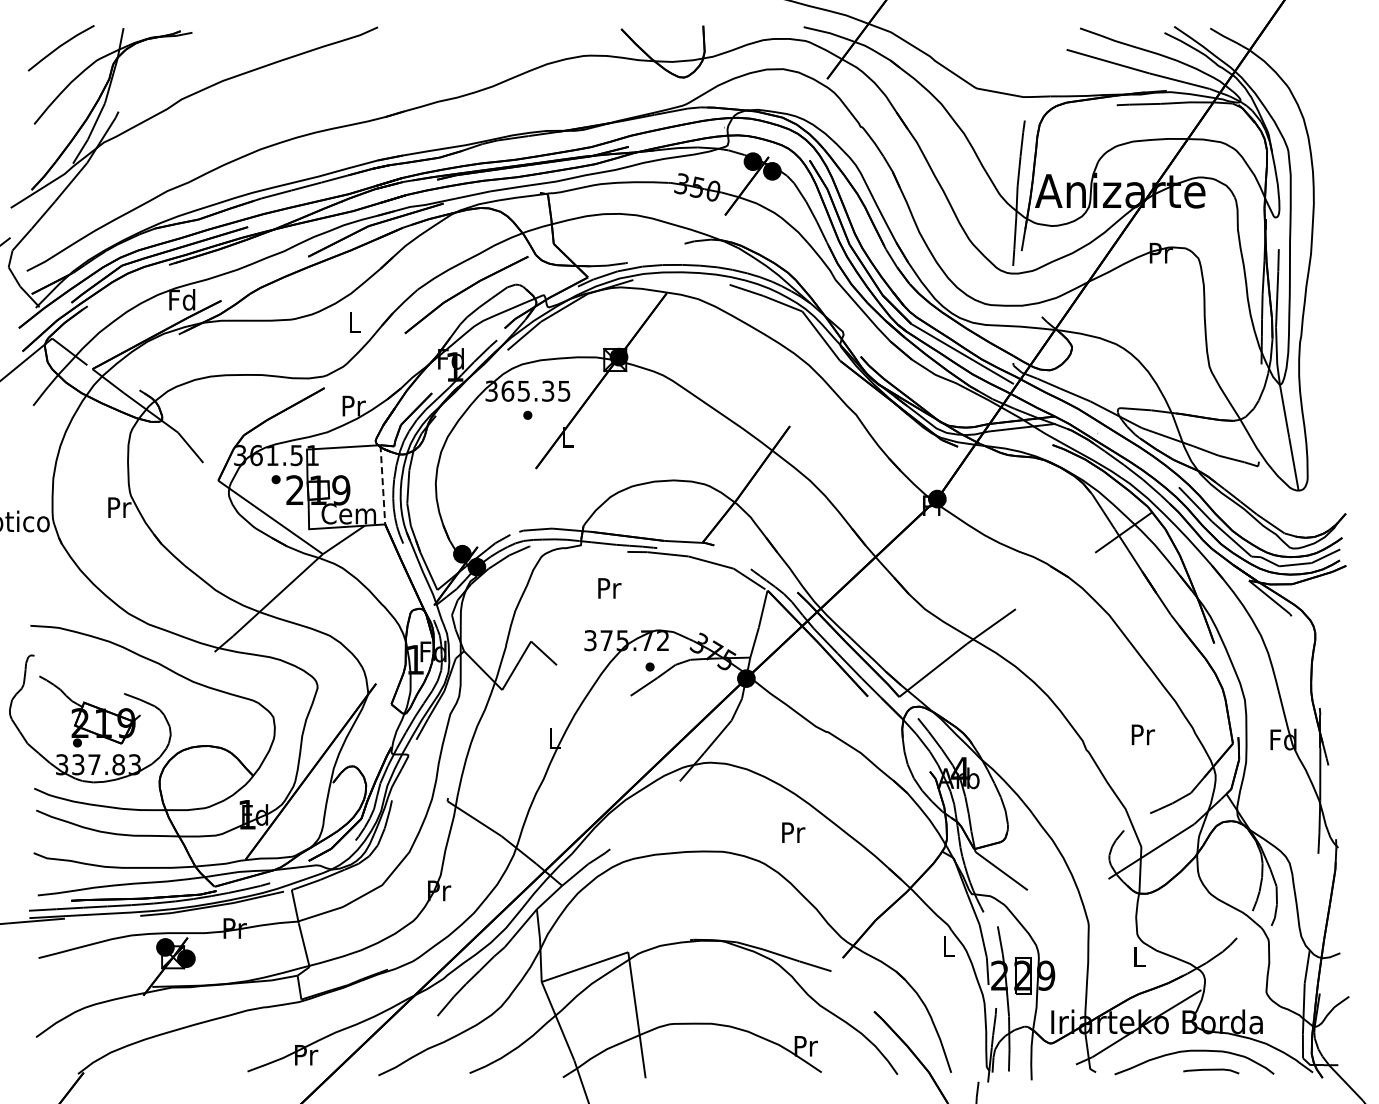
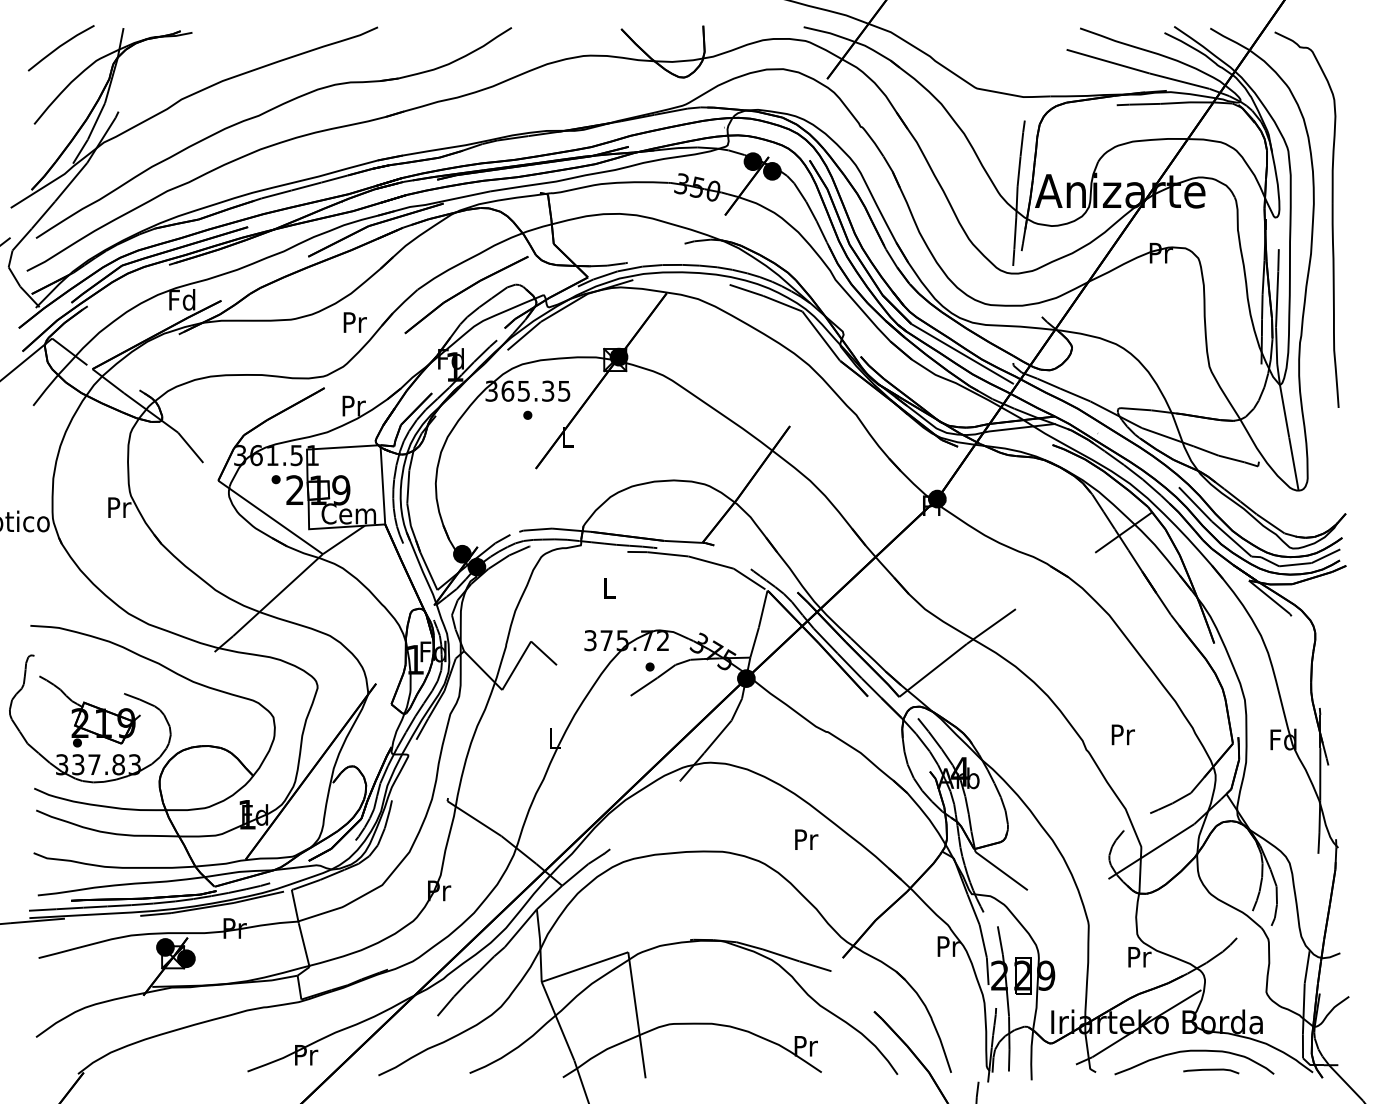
part at (263, 114): none -> present
part at (1331, 219): none -> present
text at (354, 322): L -> Pr
line at (382, 484): dashed -> solid
text at (609, 588): Pr -> L
text at (1142, 734) position: (1142, 734) -> (1122, 734)
text at (793, 832) position: (793, 832) -> (806, 839)
text at (948, 946): L -> Pr
text at (1139, 957): L -> Pr
